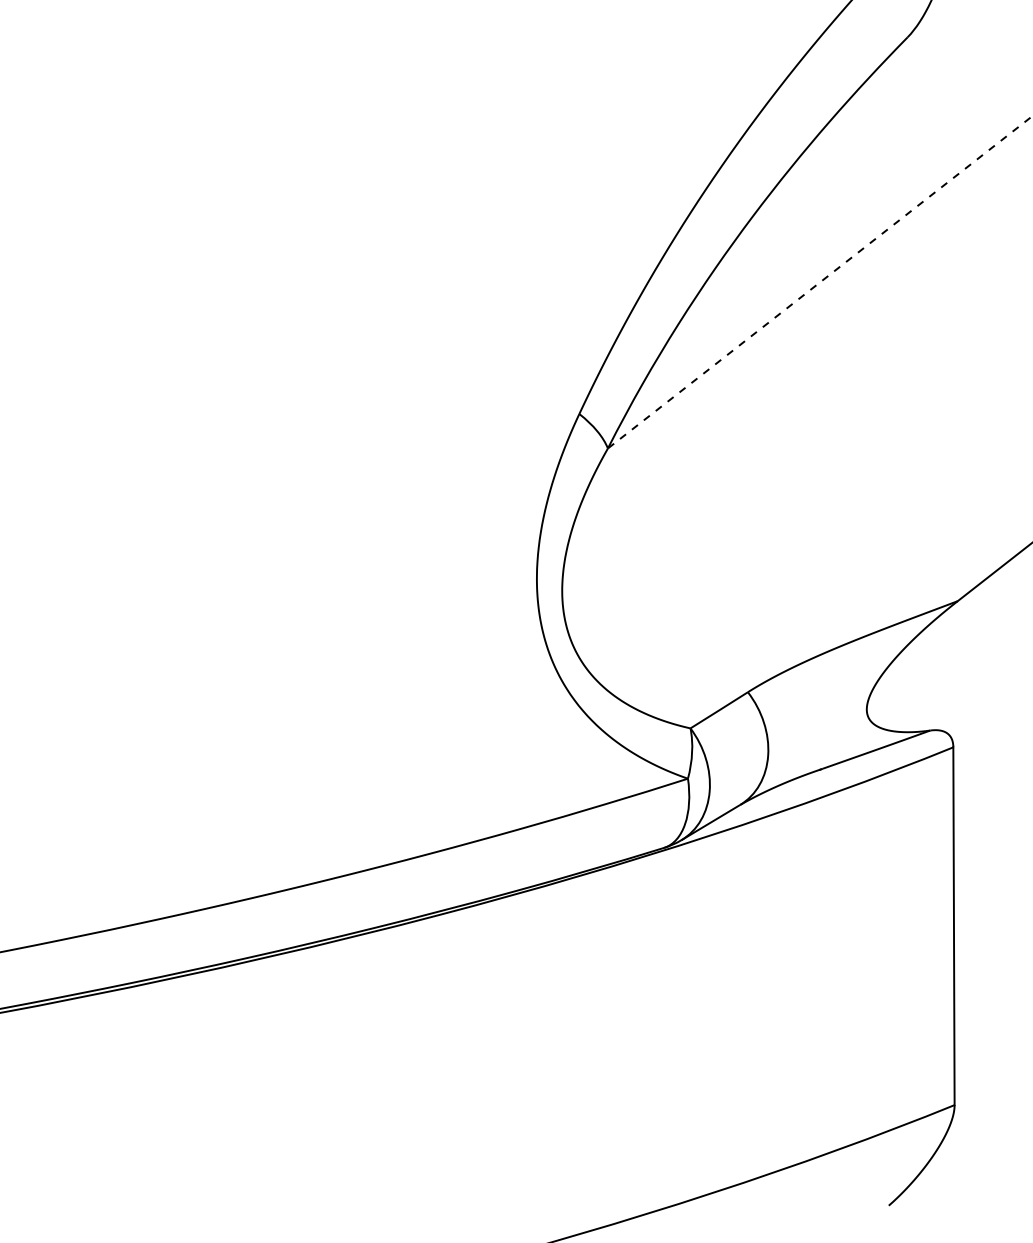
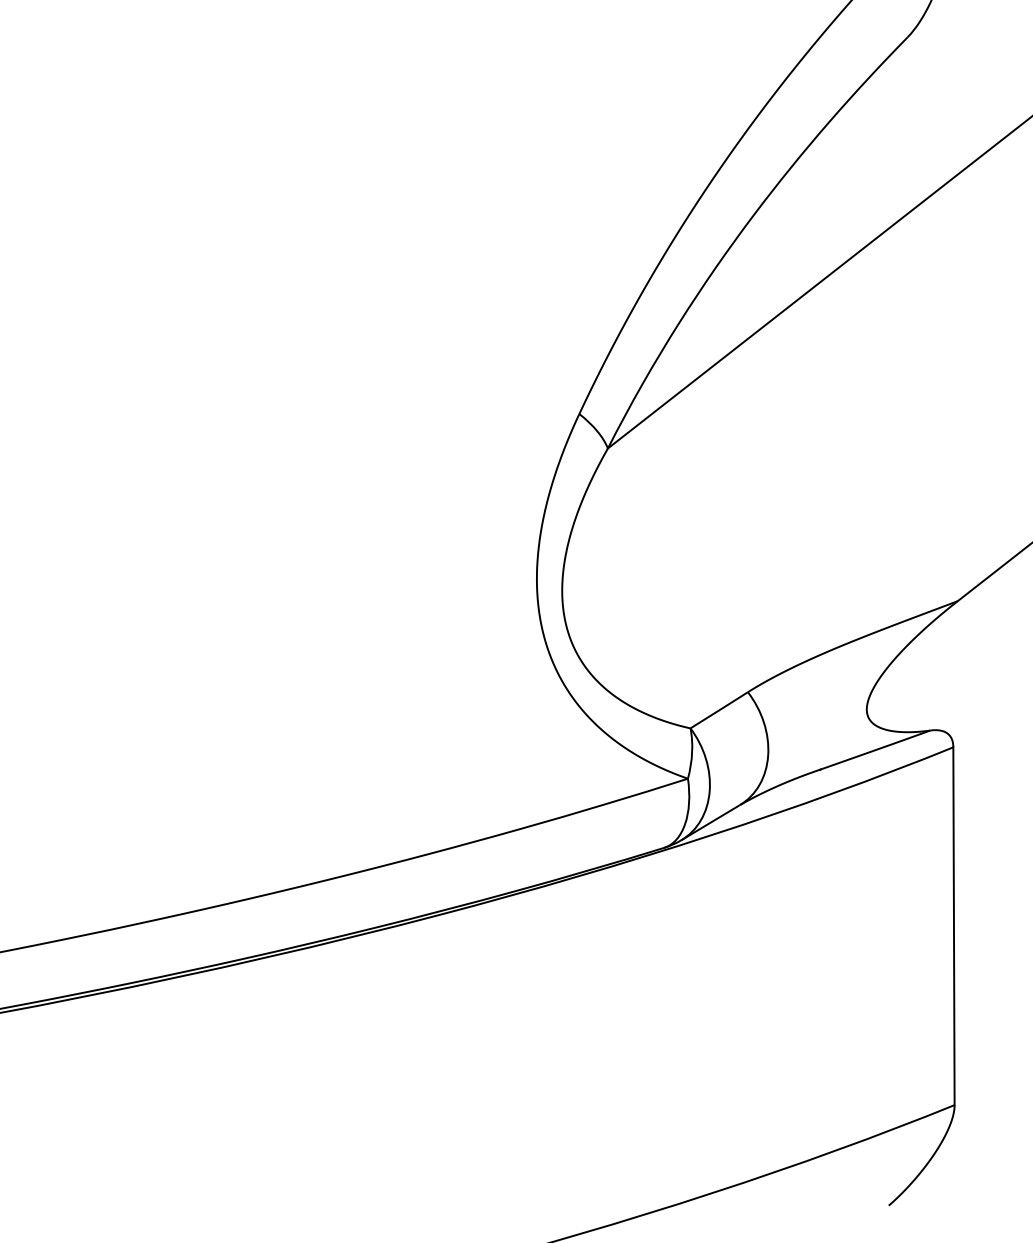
line at (819, 282): dashed -> solid
